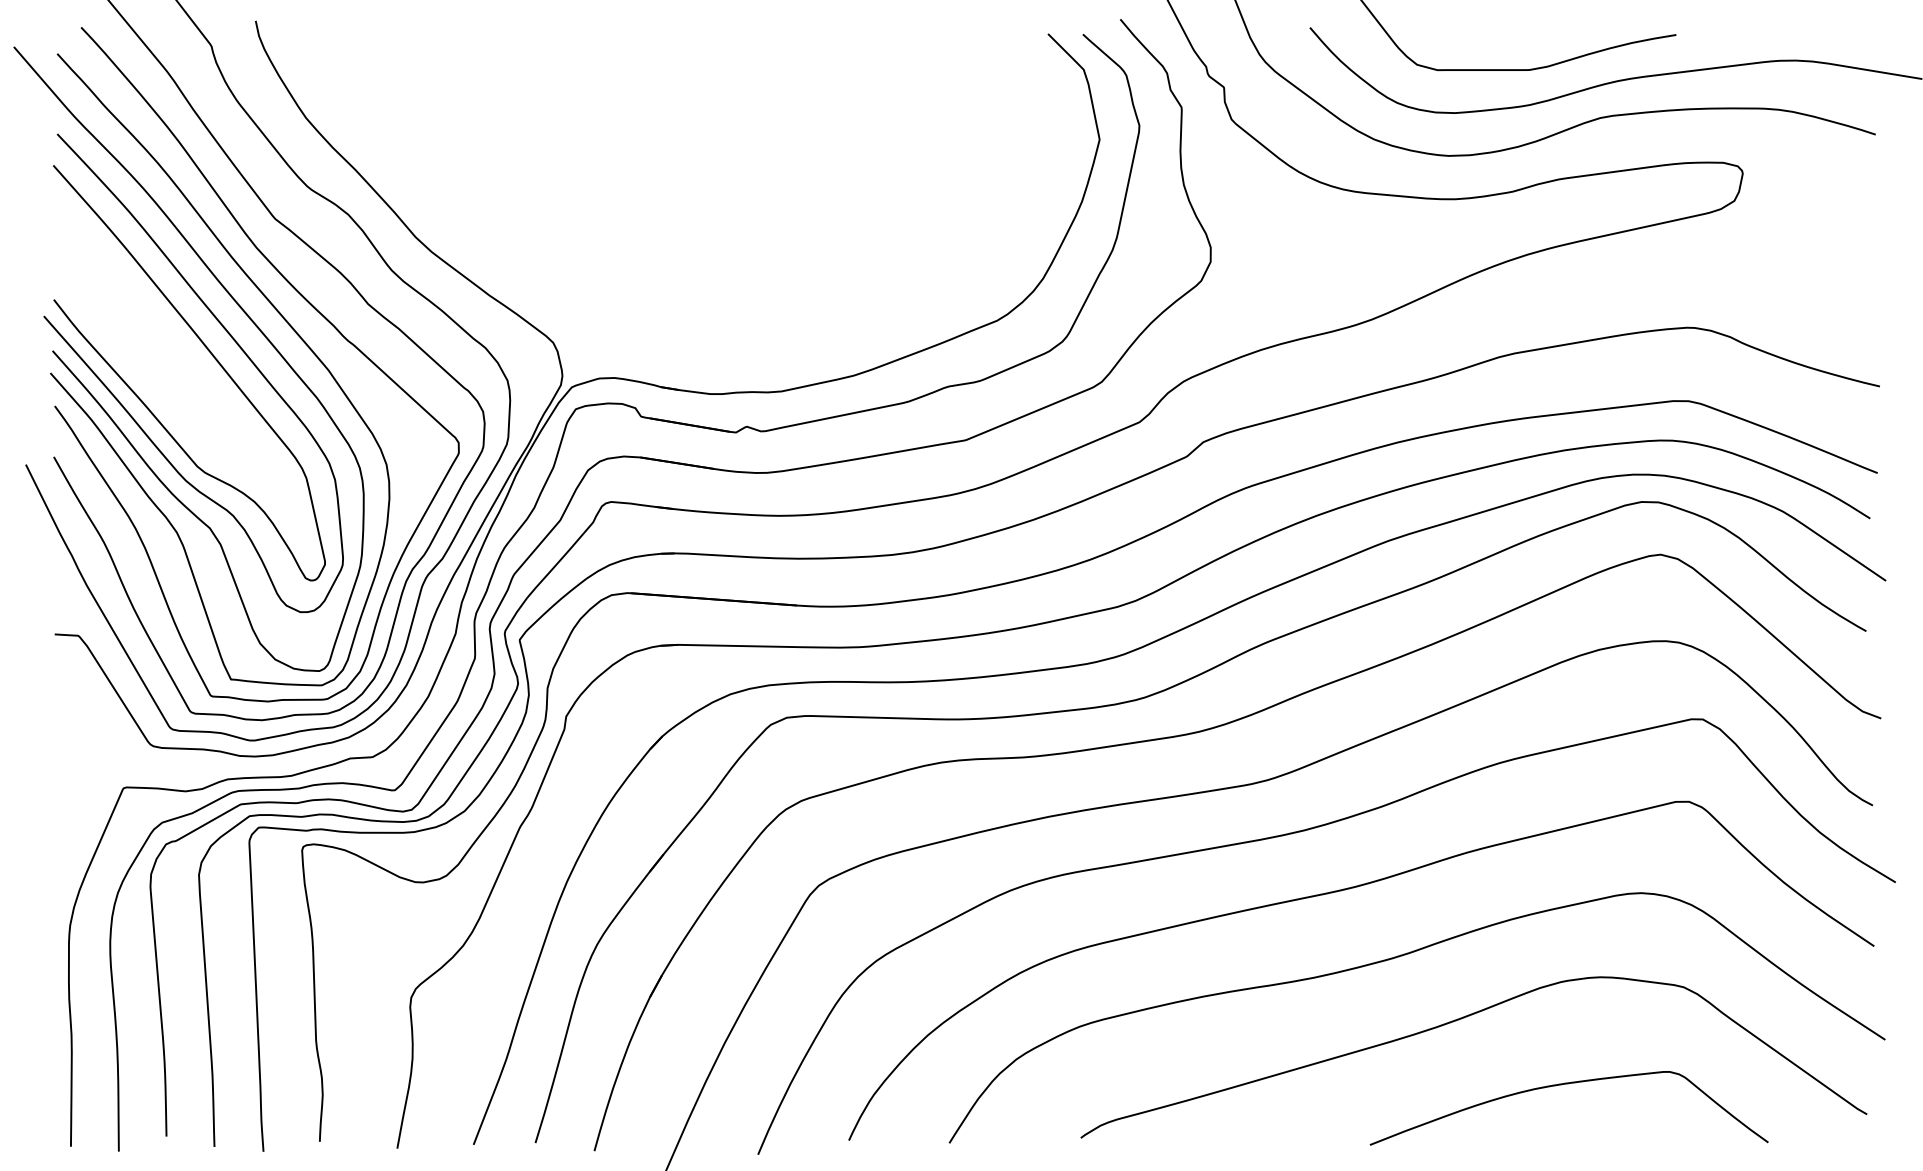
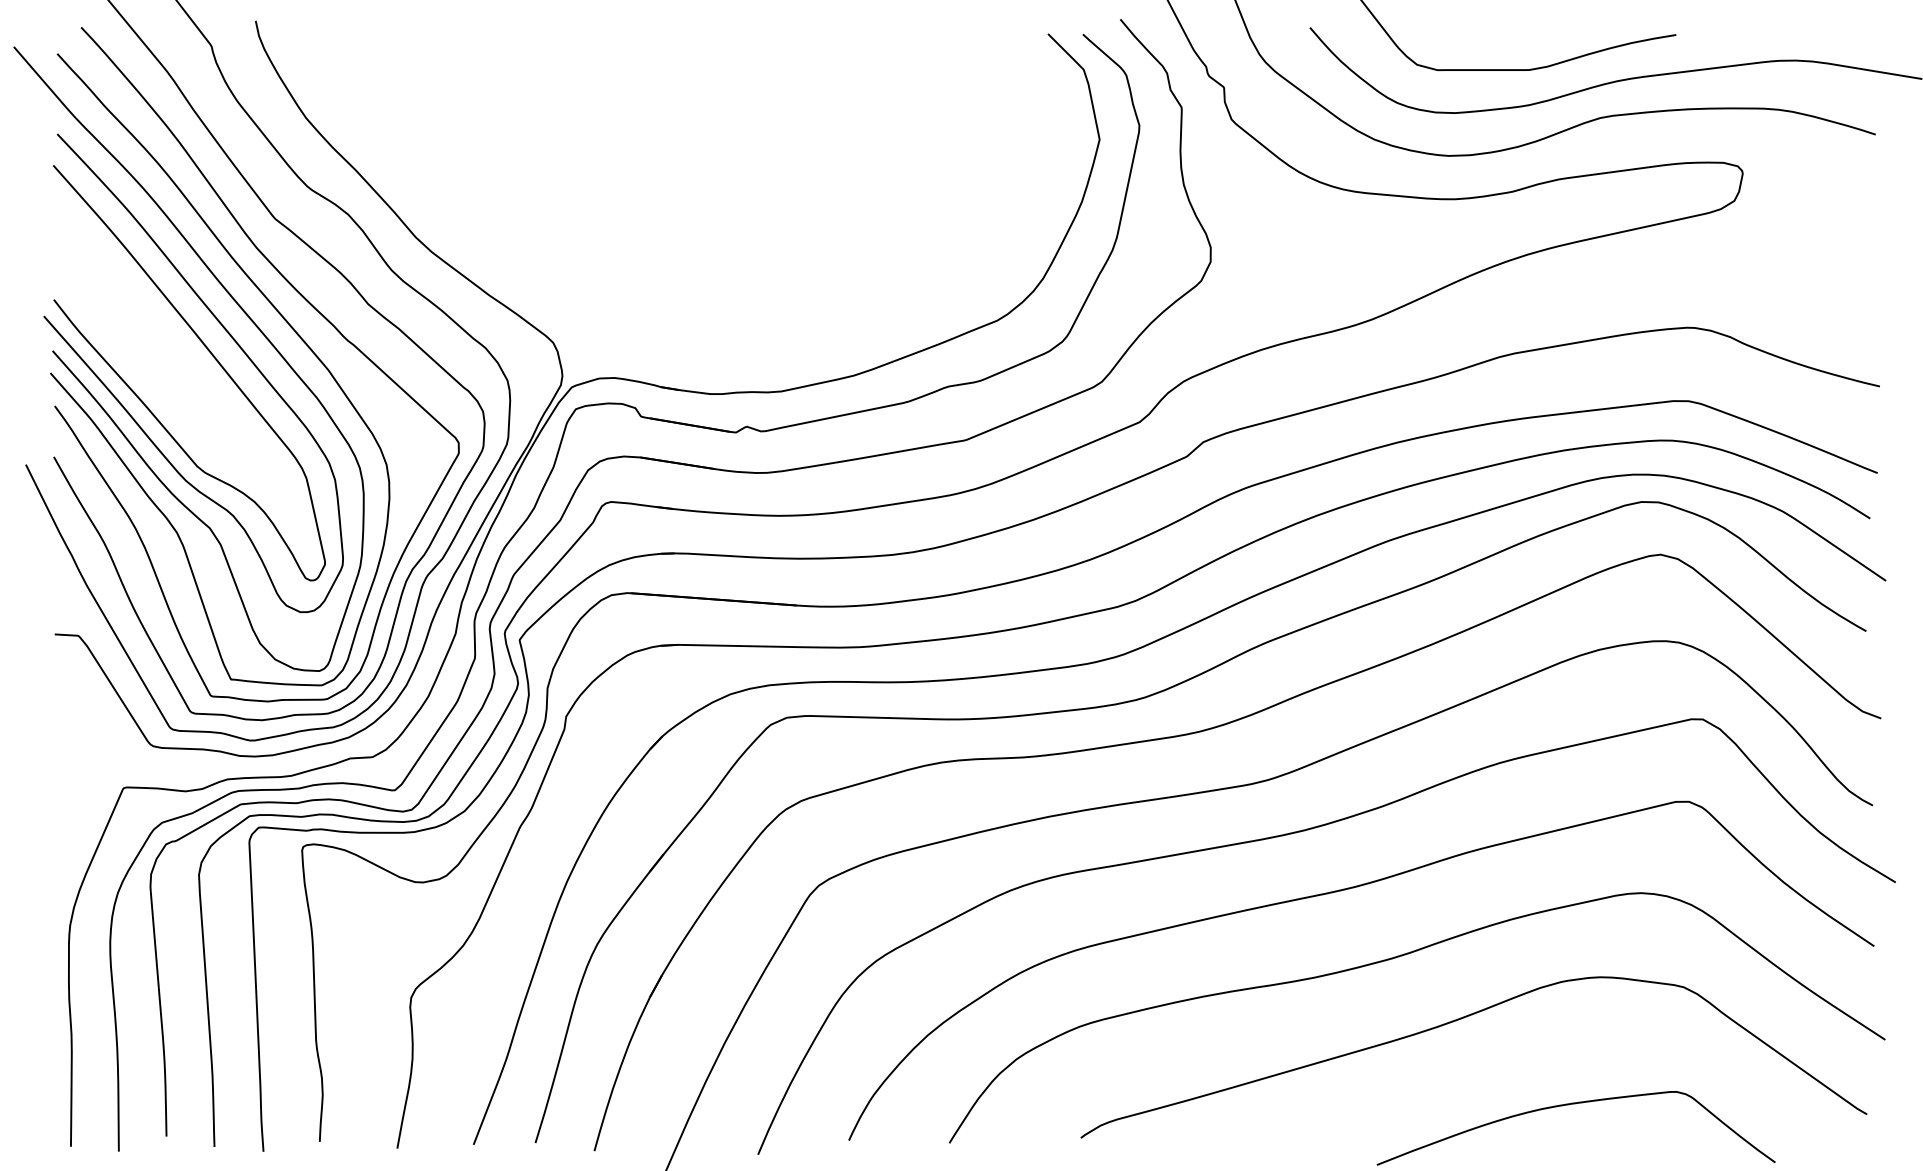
curve at (1568, 1084) position: (1568, 1084) -> (1575, 1104)
